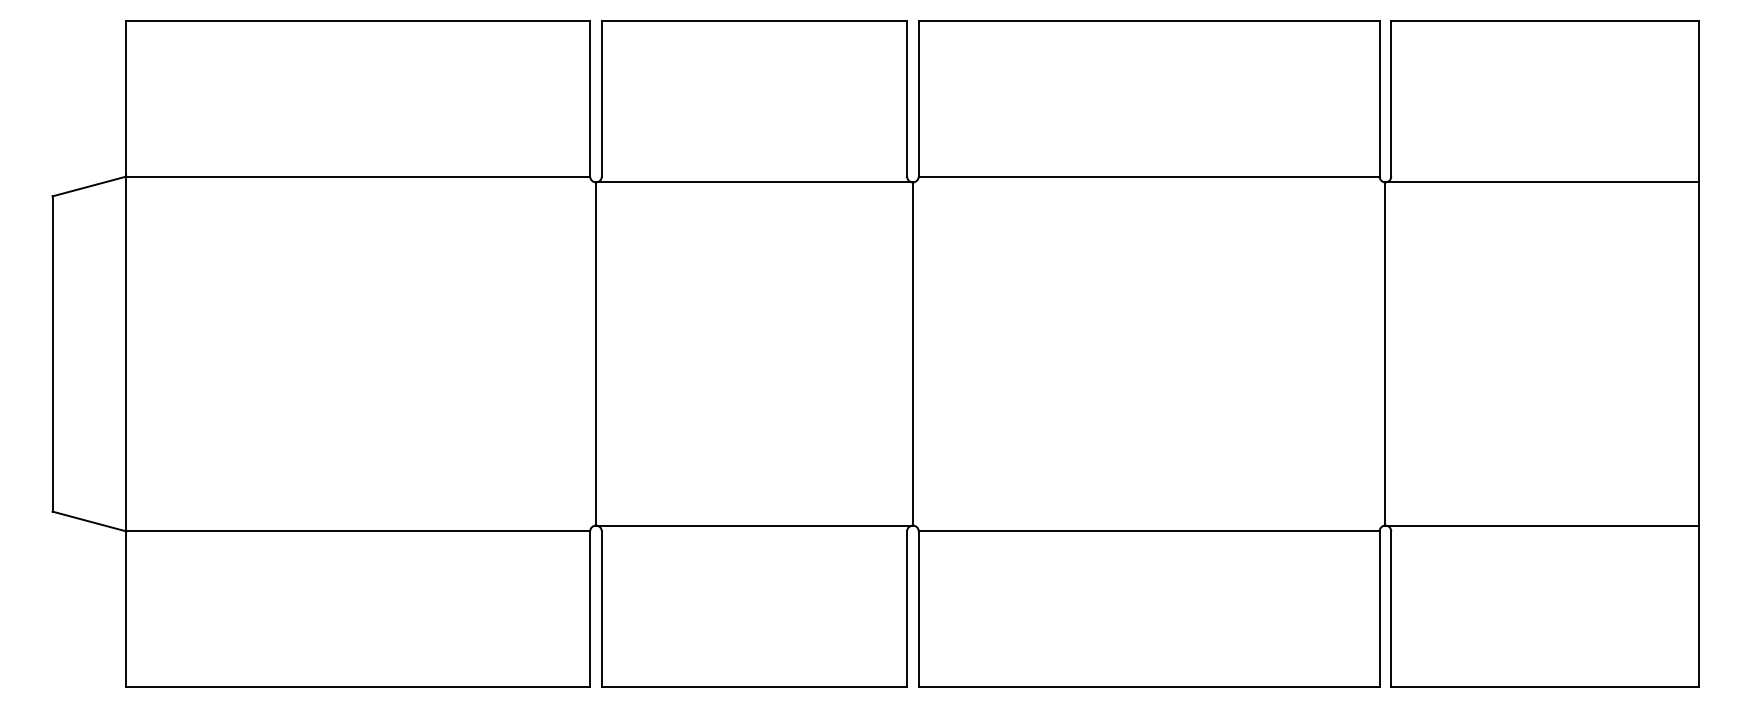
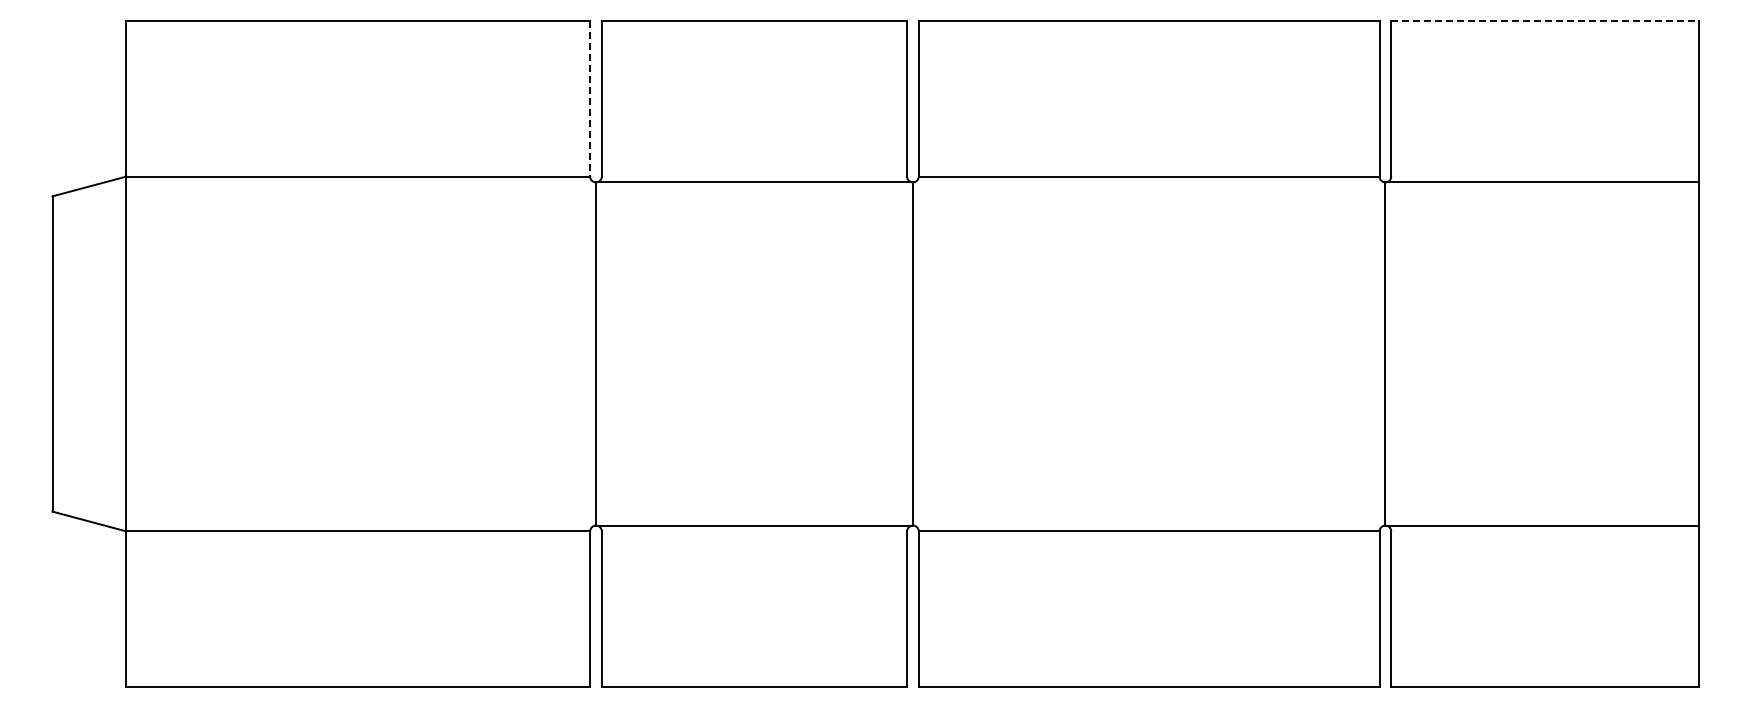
line at (1545, 21): solid -> dashed
line at (590, 98): solid -> dashed
